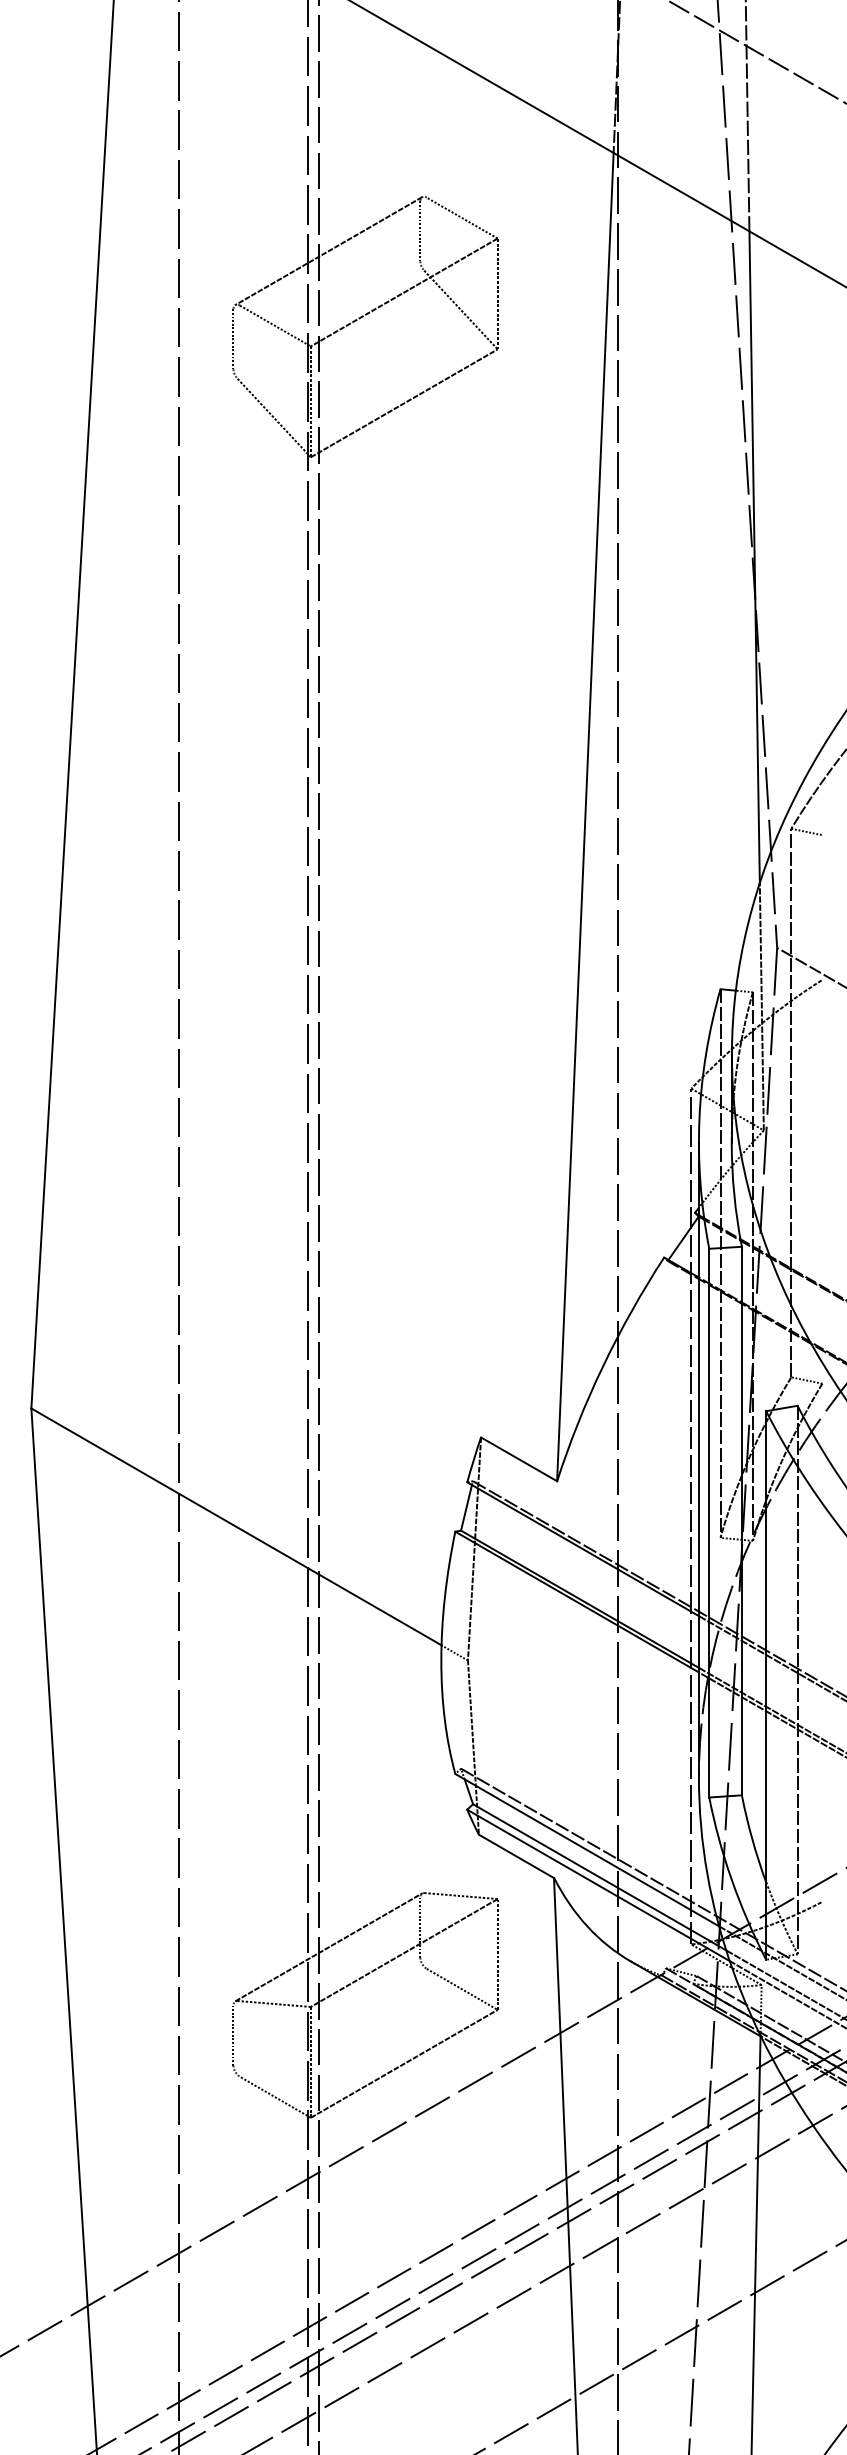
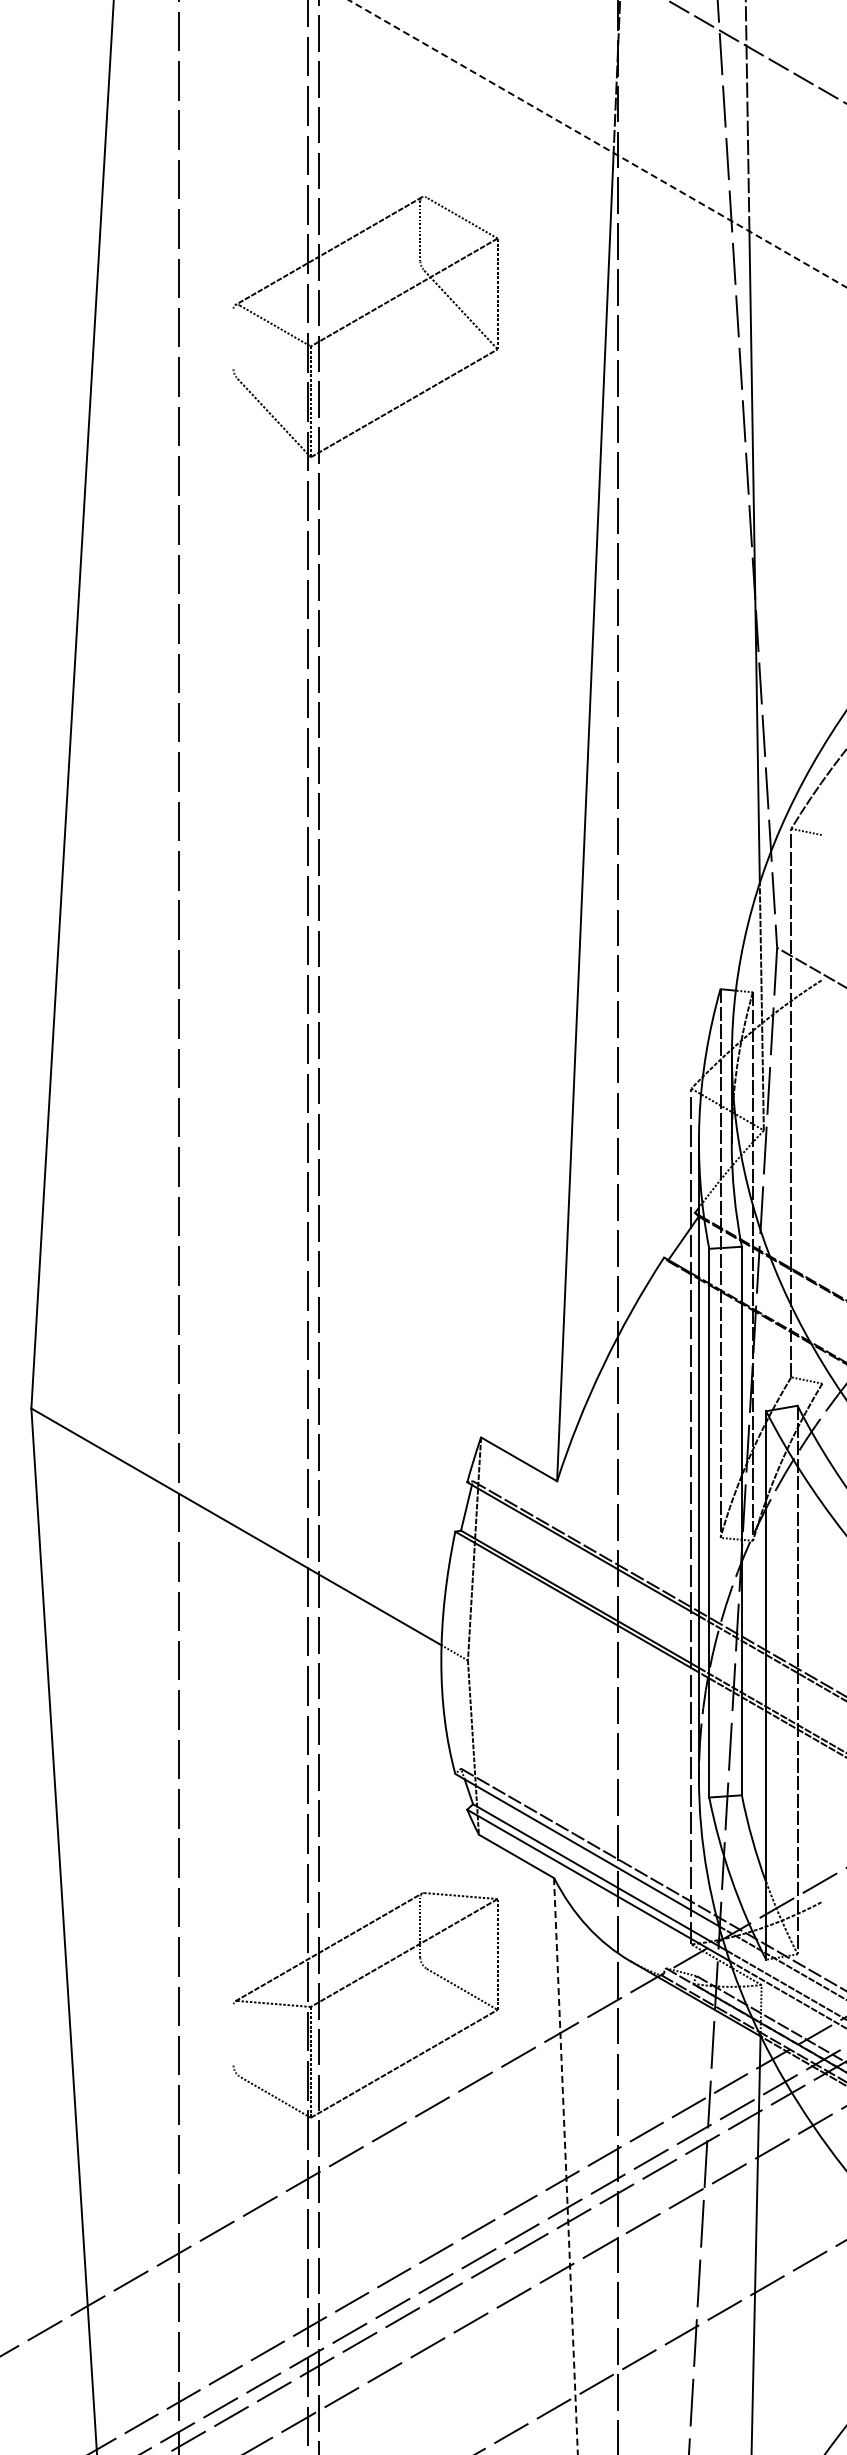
line at (597, 143): solid -> dashed
line at (233, 339): present -> none
line at (233, 2035): present -> none
line at (565, 2166): solid -> dashed
